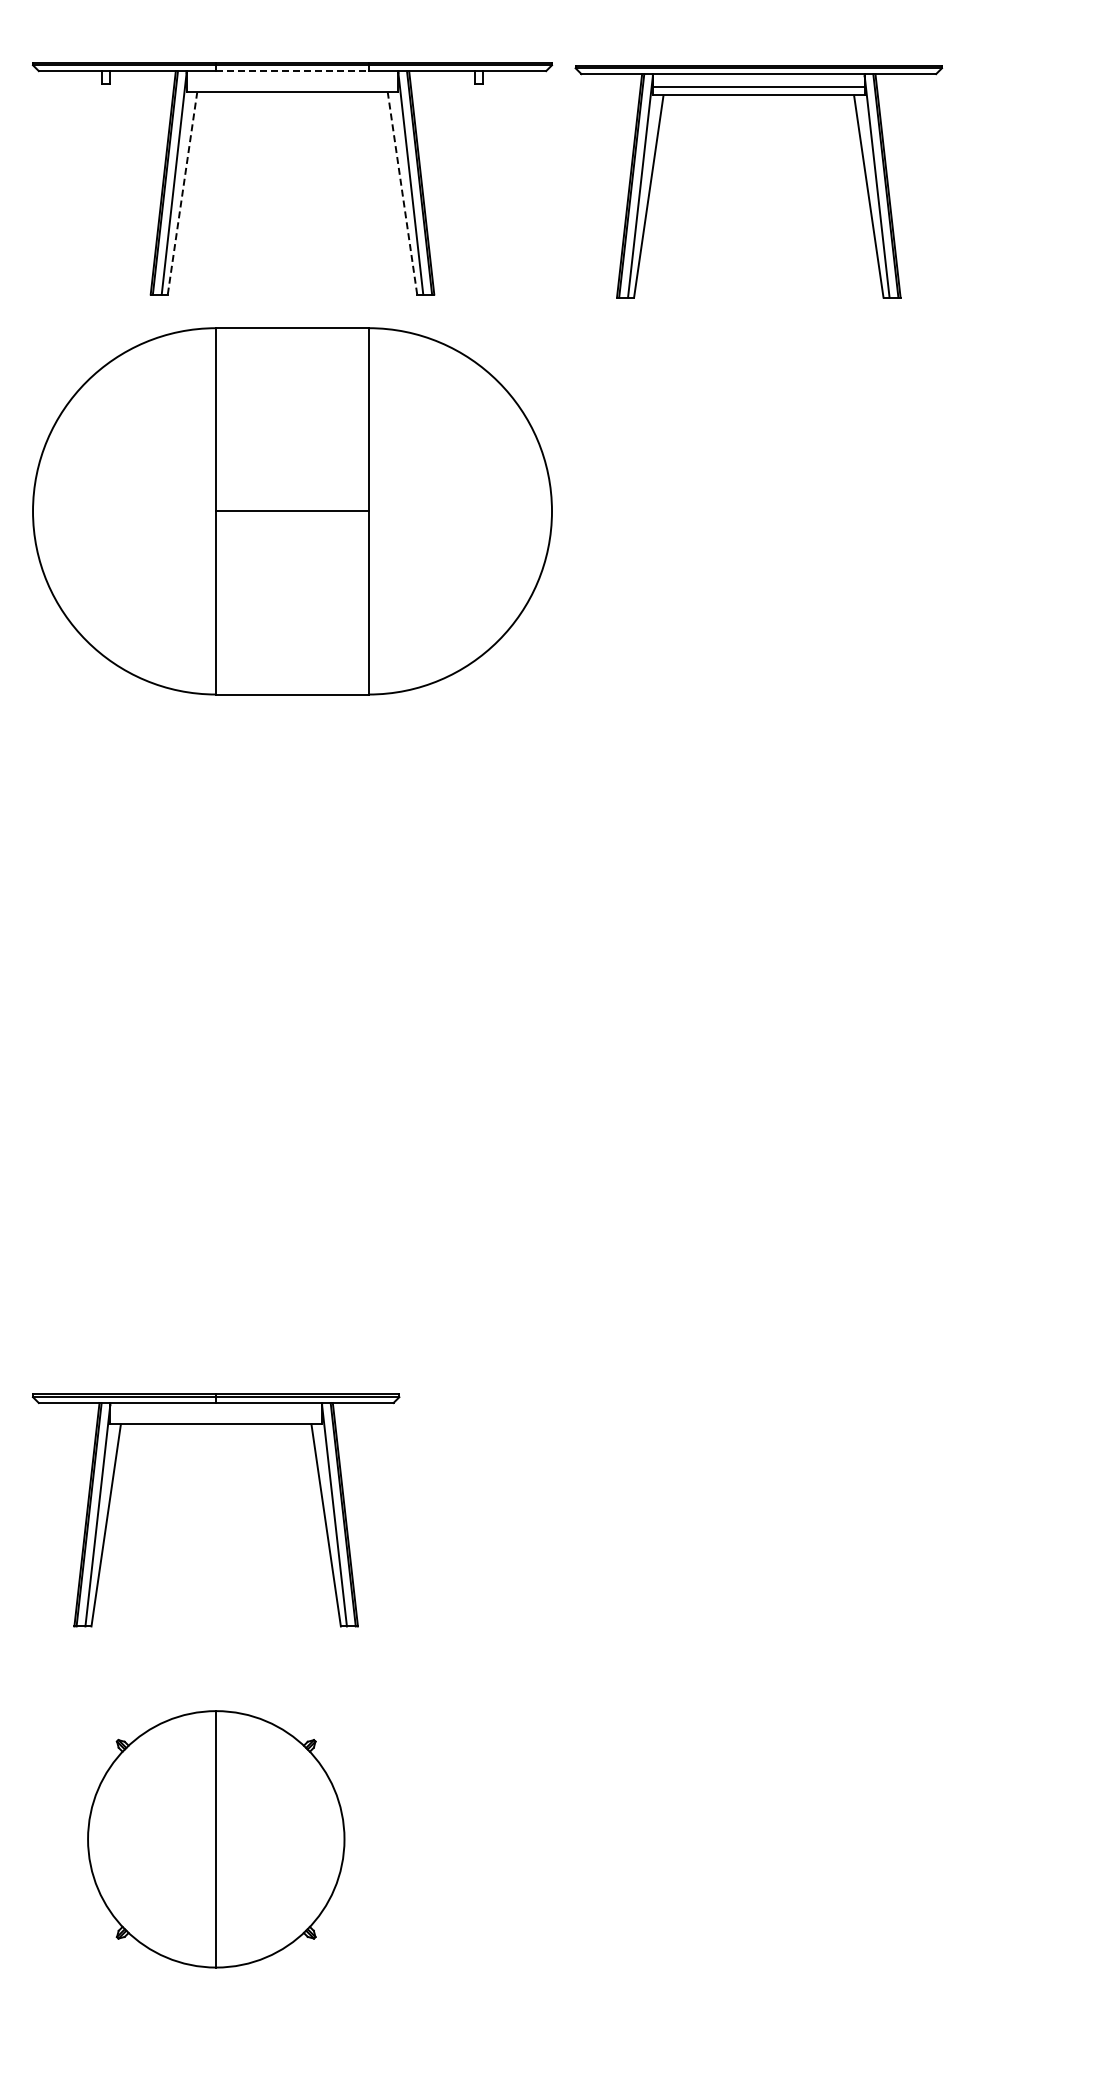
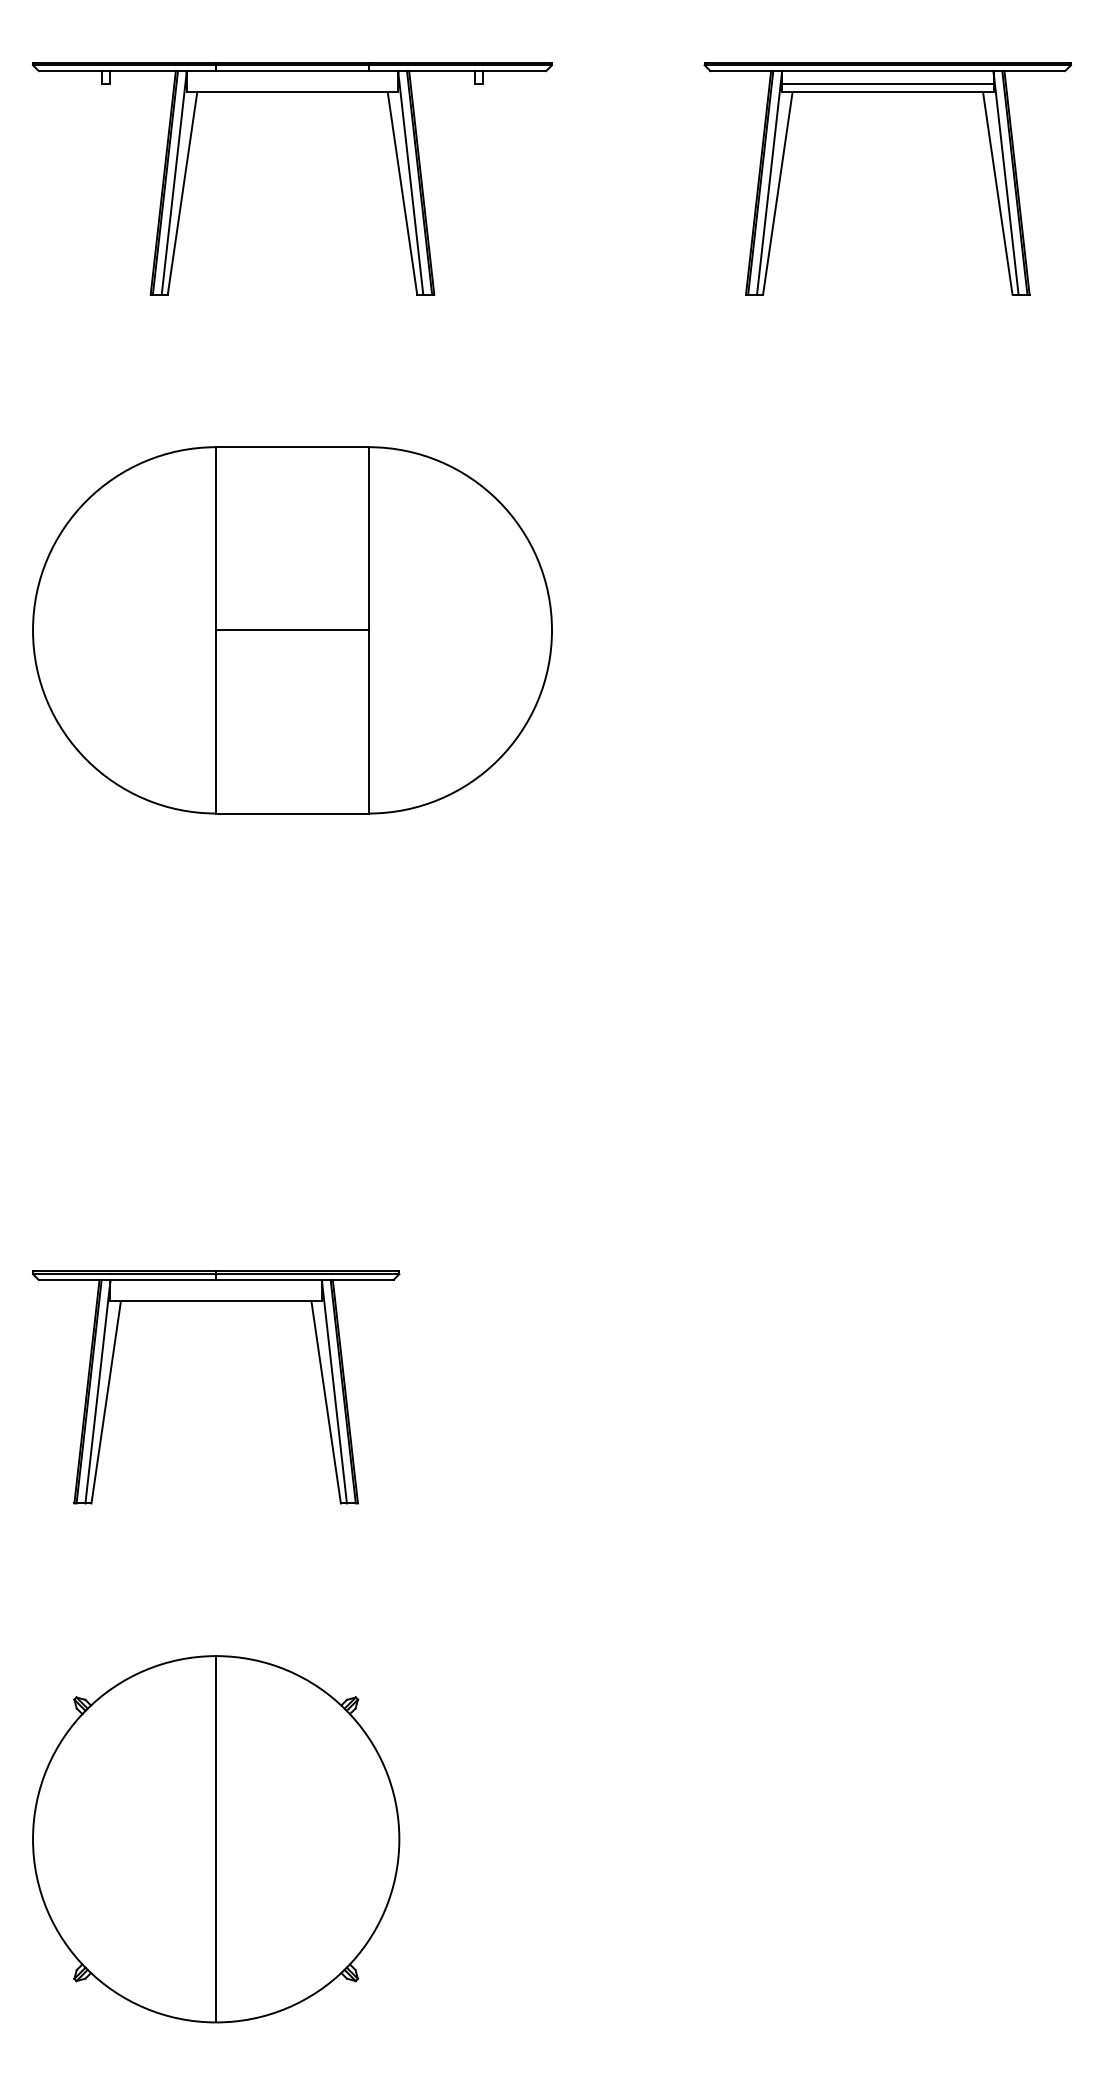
line at (293, 71): dashed -> solid
part at (758, 95) position: (758, 95) -> (887, 92)
line at (182, 193): dashed -> solid
line at (402, 193): dashed -> solid
part at (292, 511) position: (292, 511) -> (292, 630)
part at (216, 1424) position: (216, 1424) -> (216, 1301)
part at (216, 1839) size: 259x259 px -> 369x369 px
